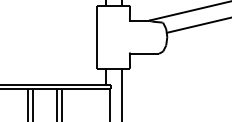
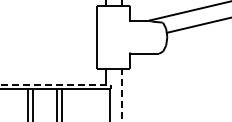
line at (55, 84): solid -> dashed
line at (121, 94): solid -> dashed
